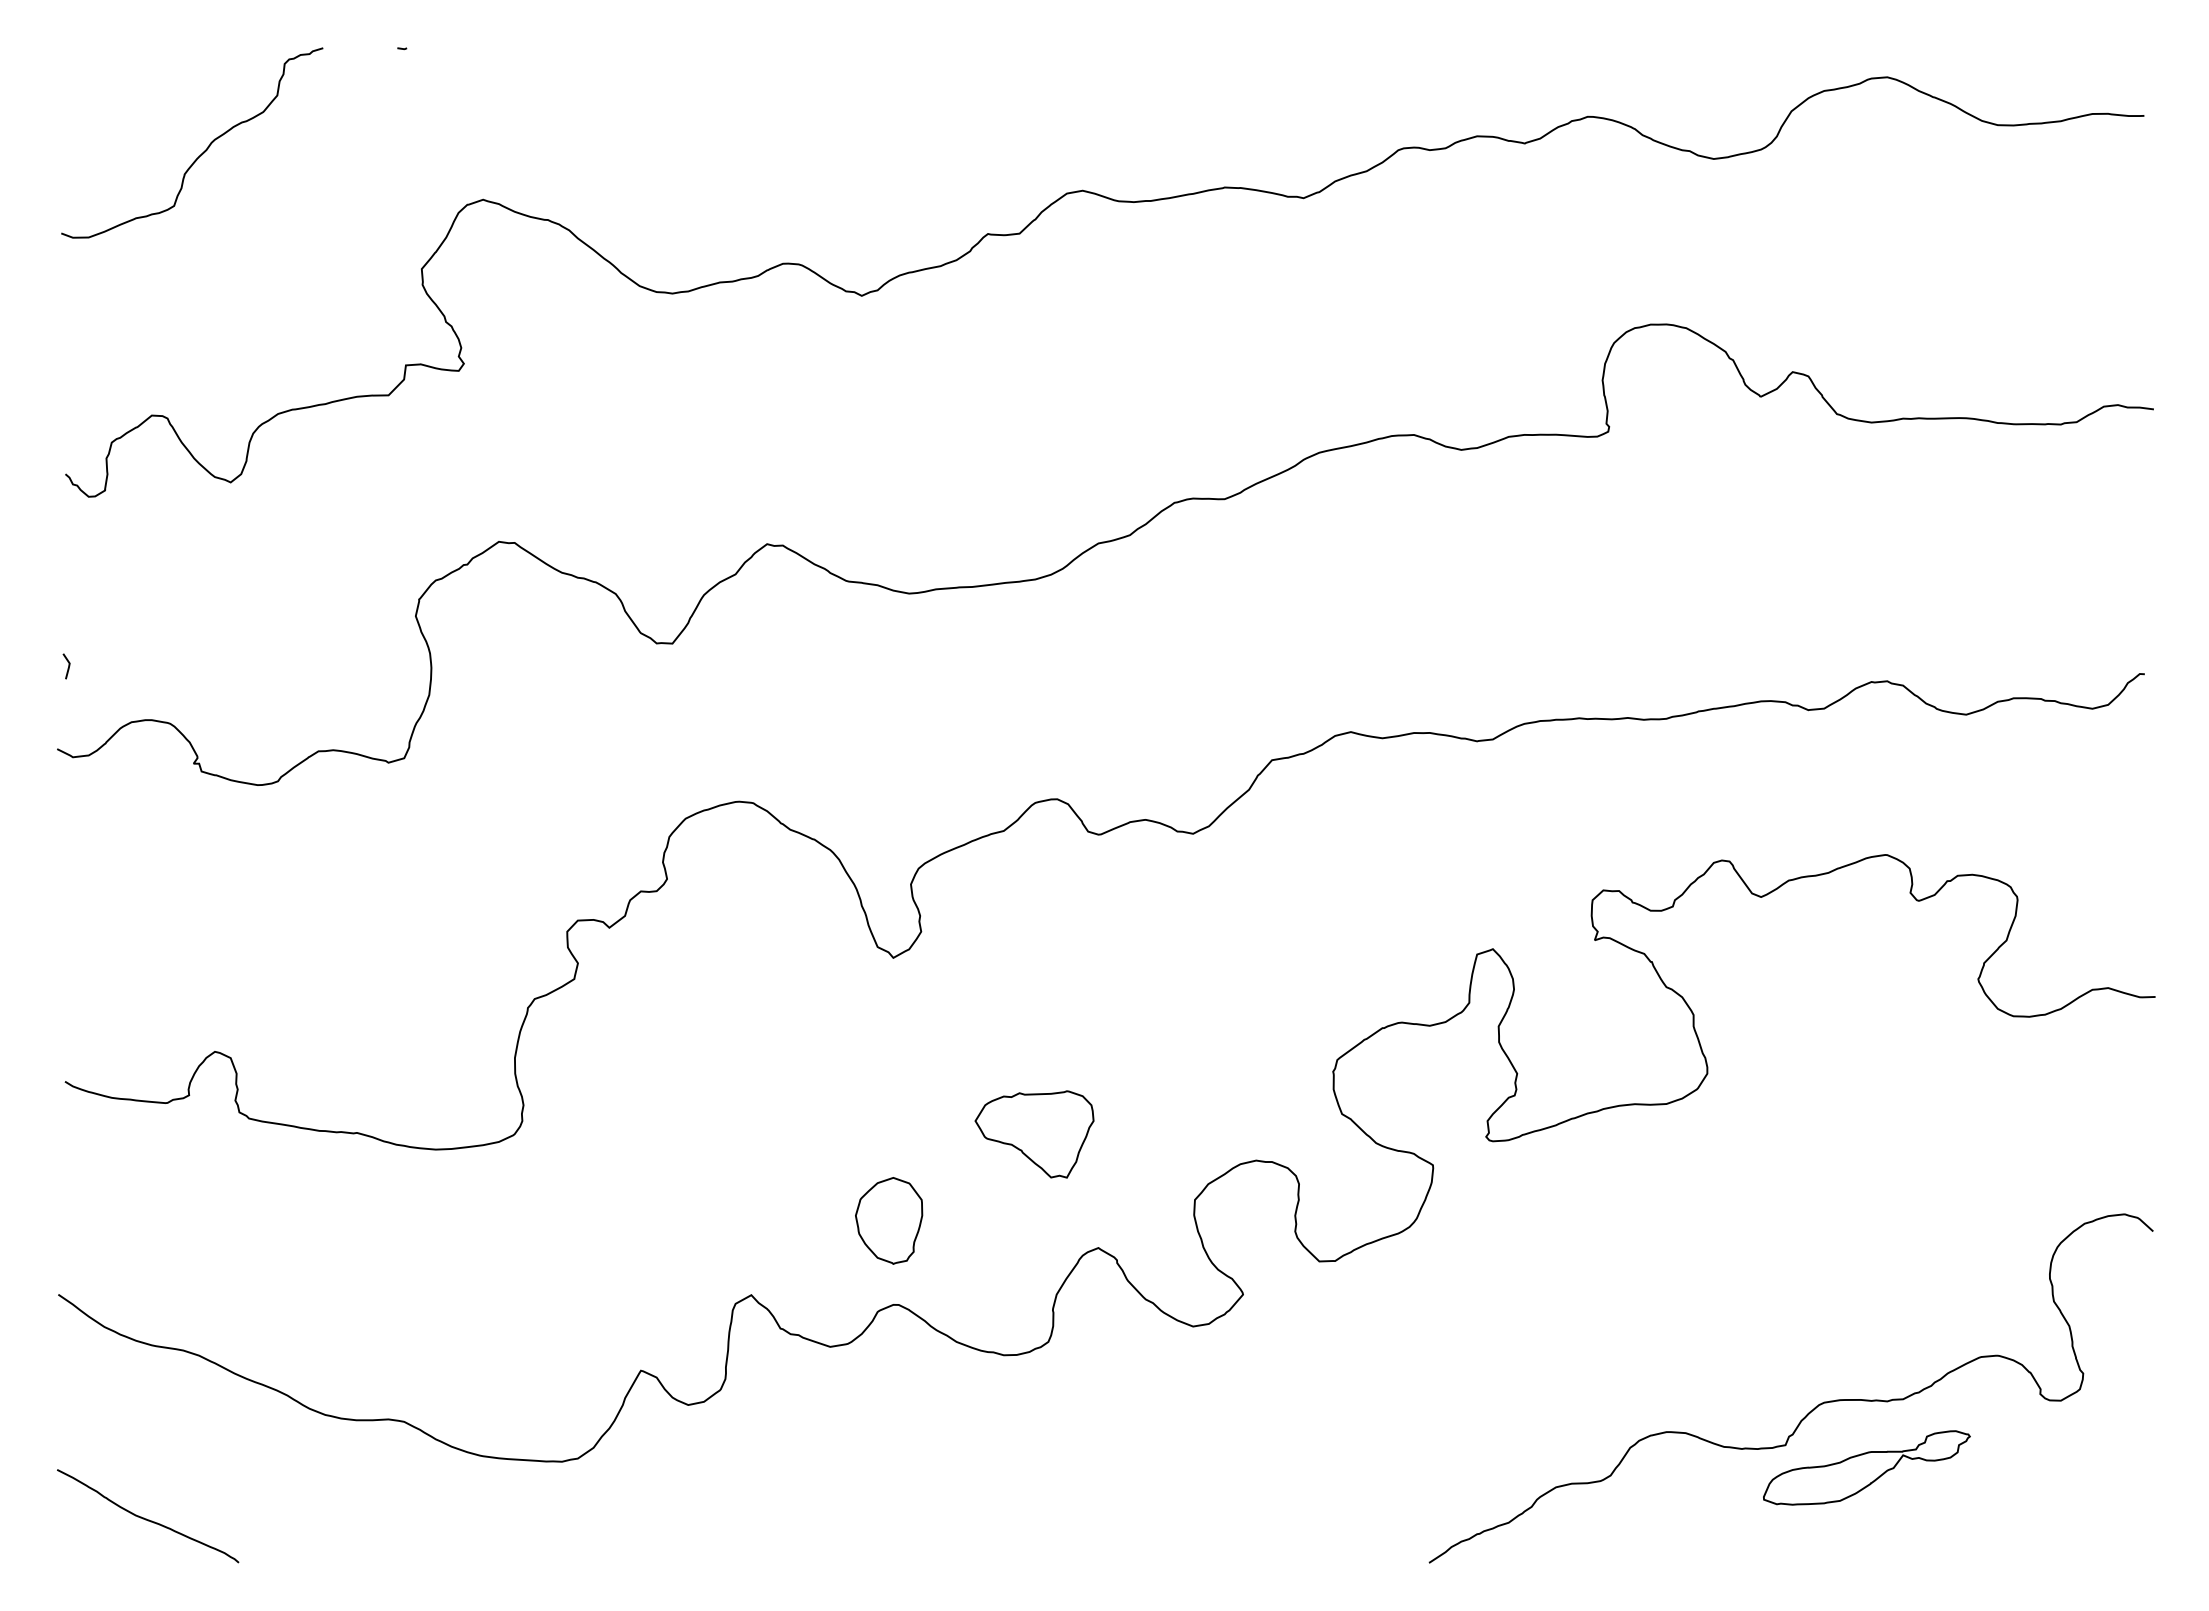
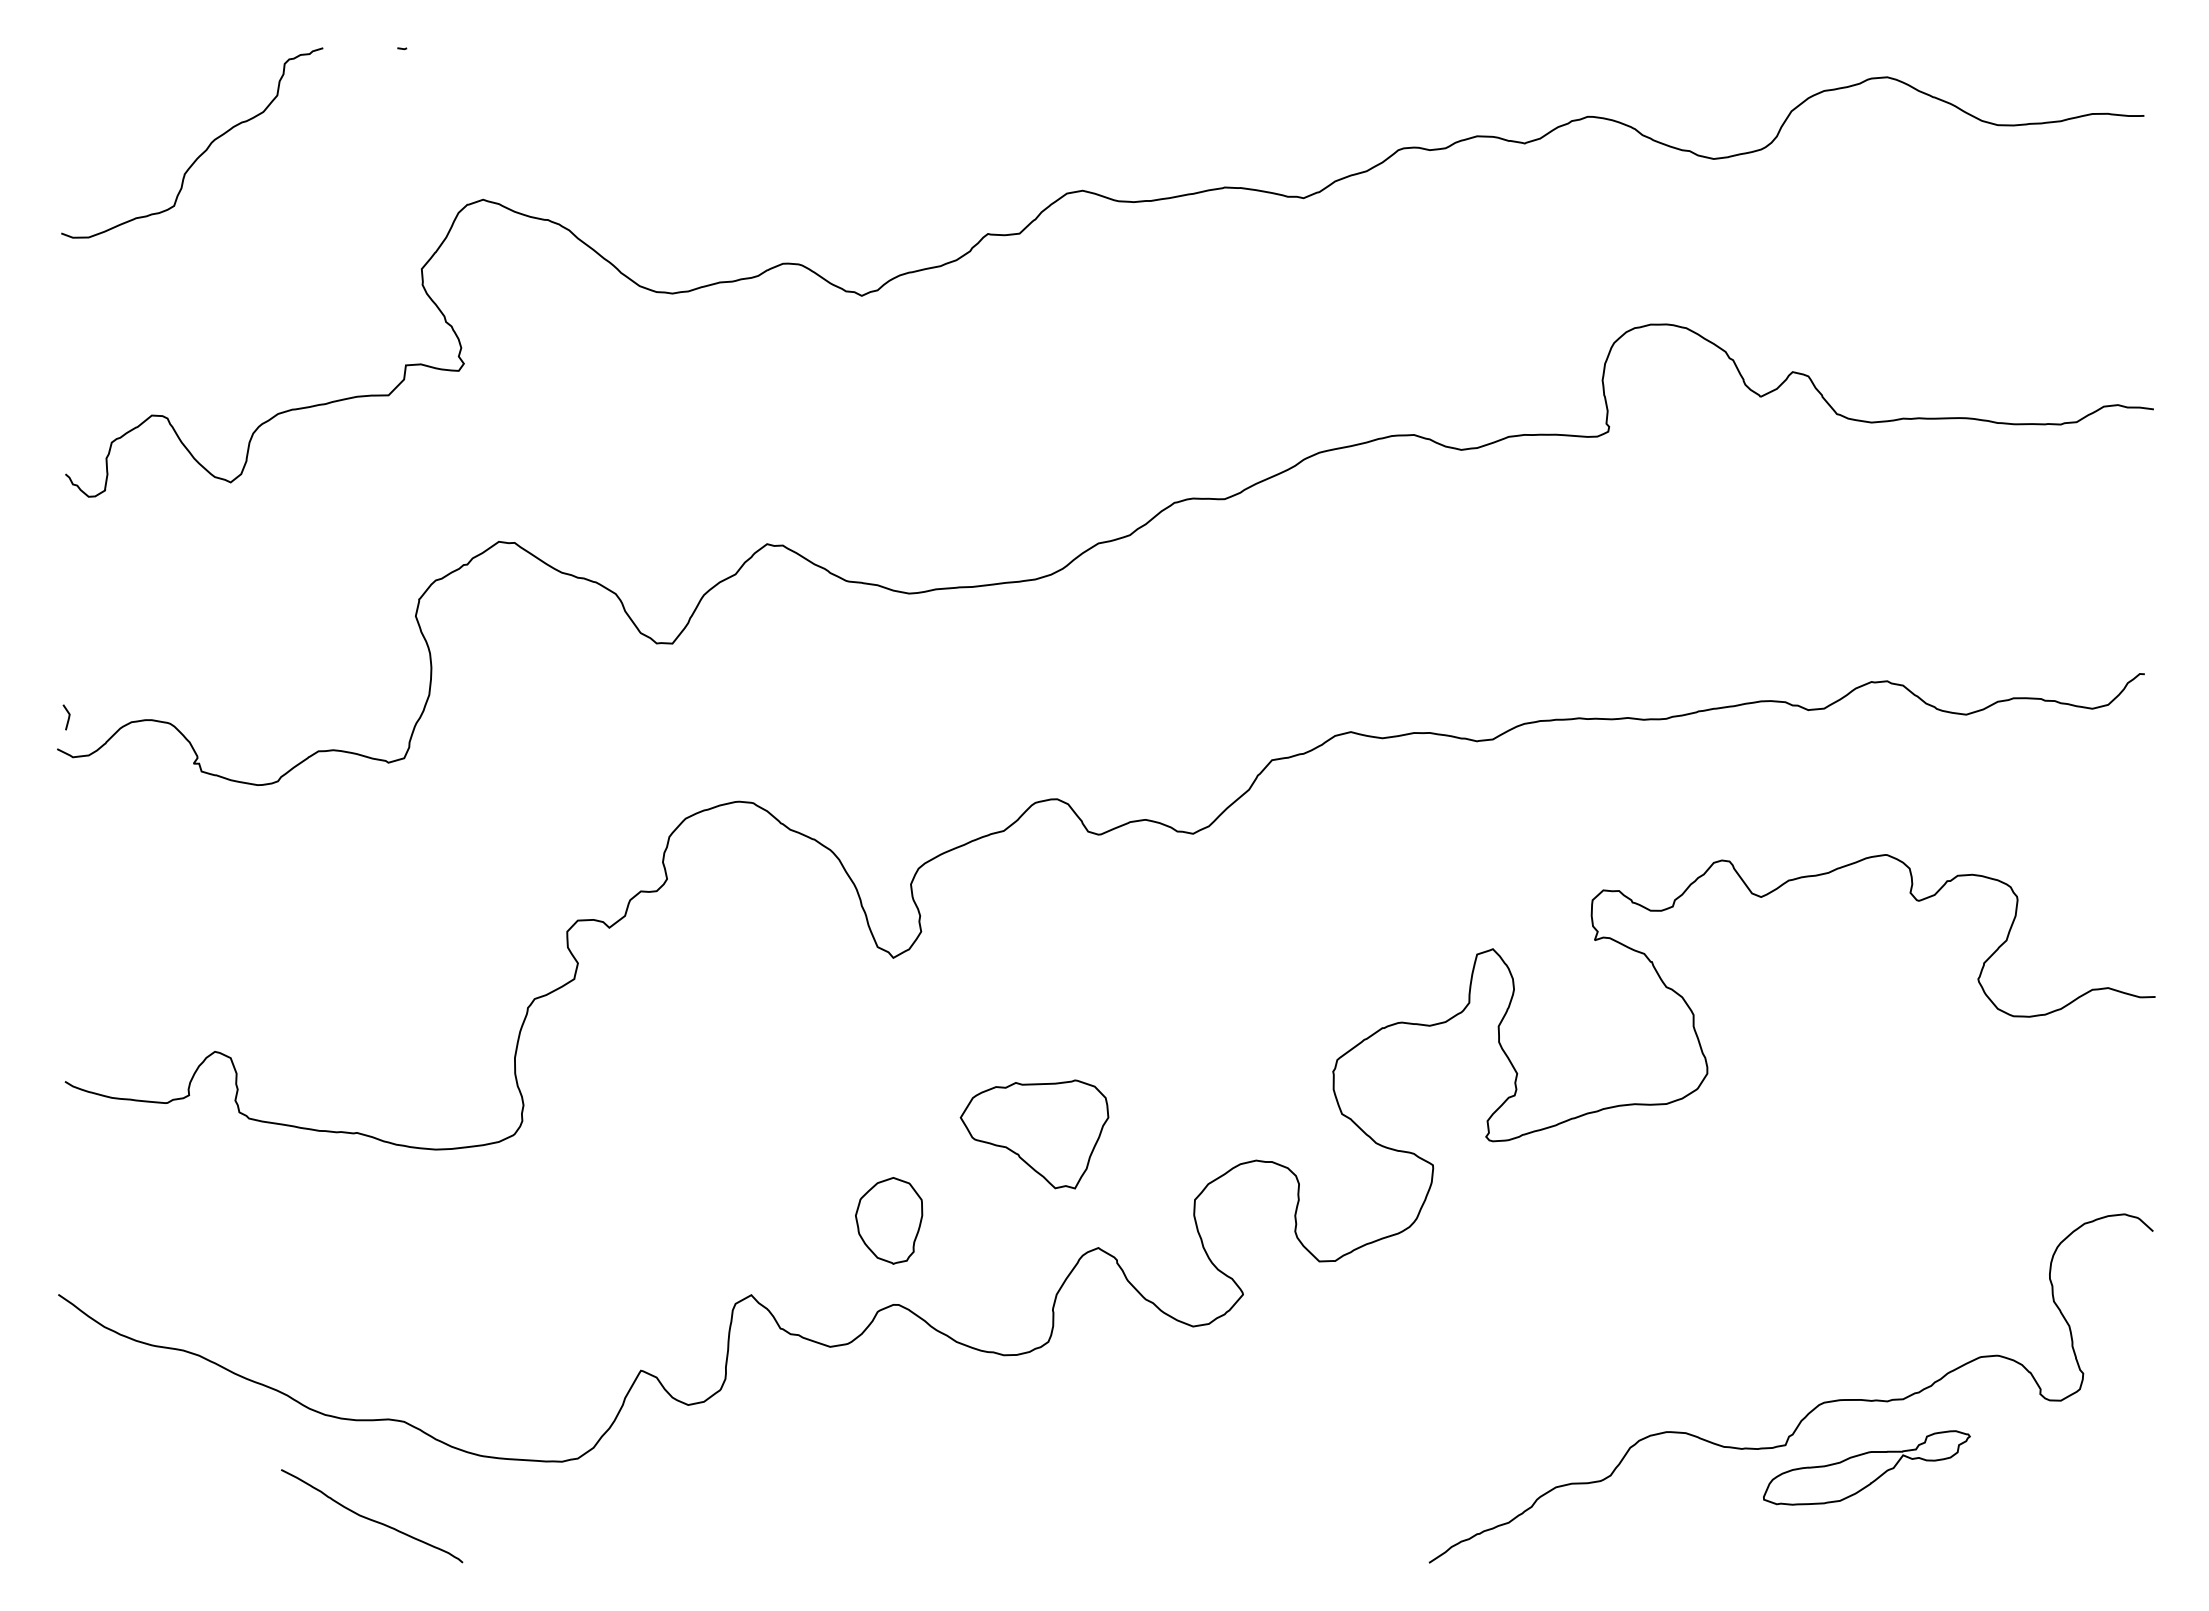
line at (68, 666) position: (68, 666) -> (68, 717)
part at (1034, 1134) size: 121x89 px -> 151x111 px
curve at (146, 1518) position: (146, 1518) -> (370, 1518)
